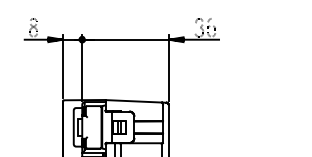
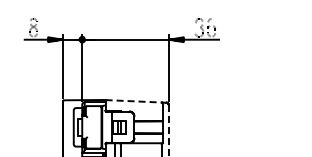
line at (134, 101): solid -> dashed
line at (168, 131): solid -> dashed
